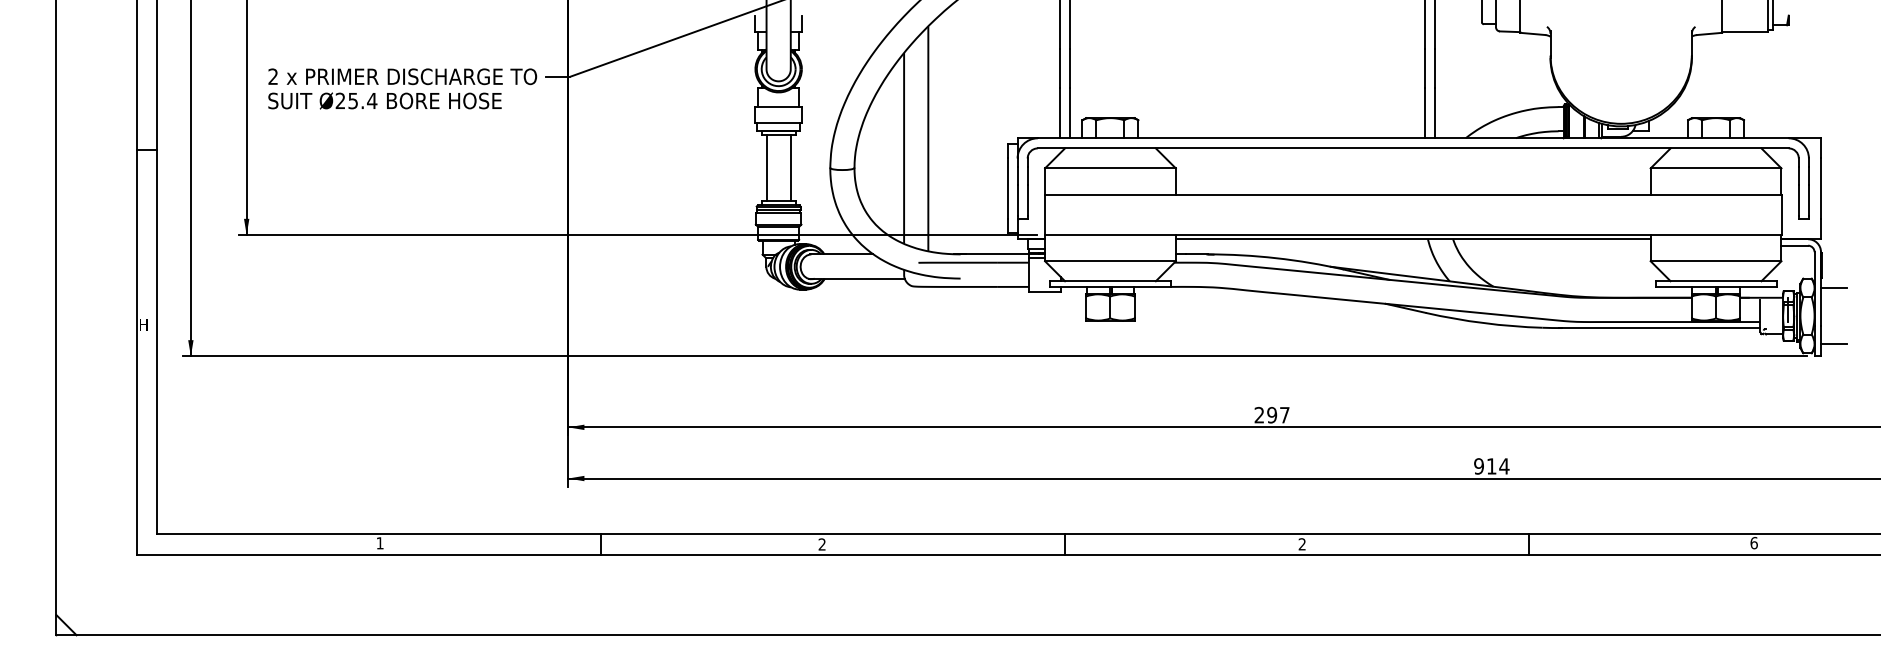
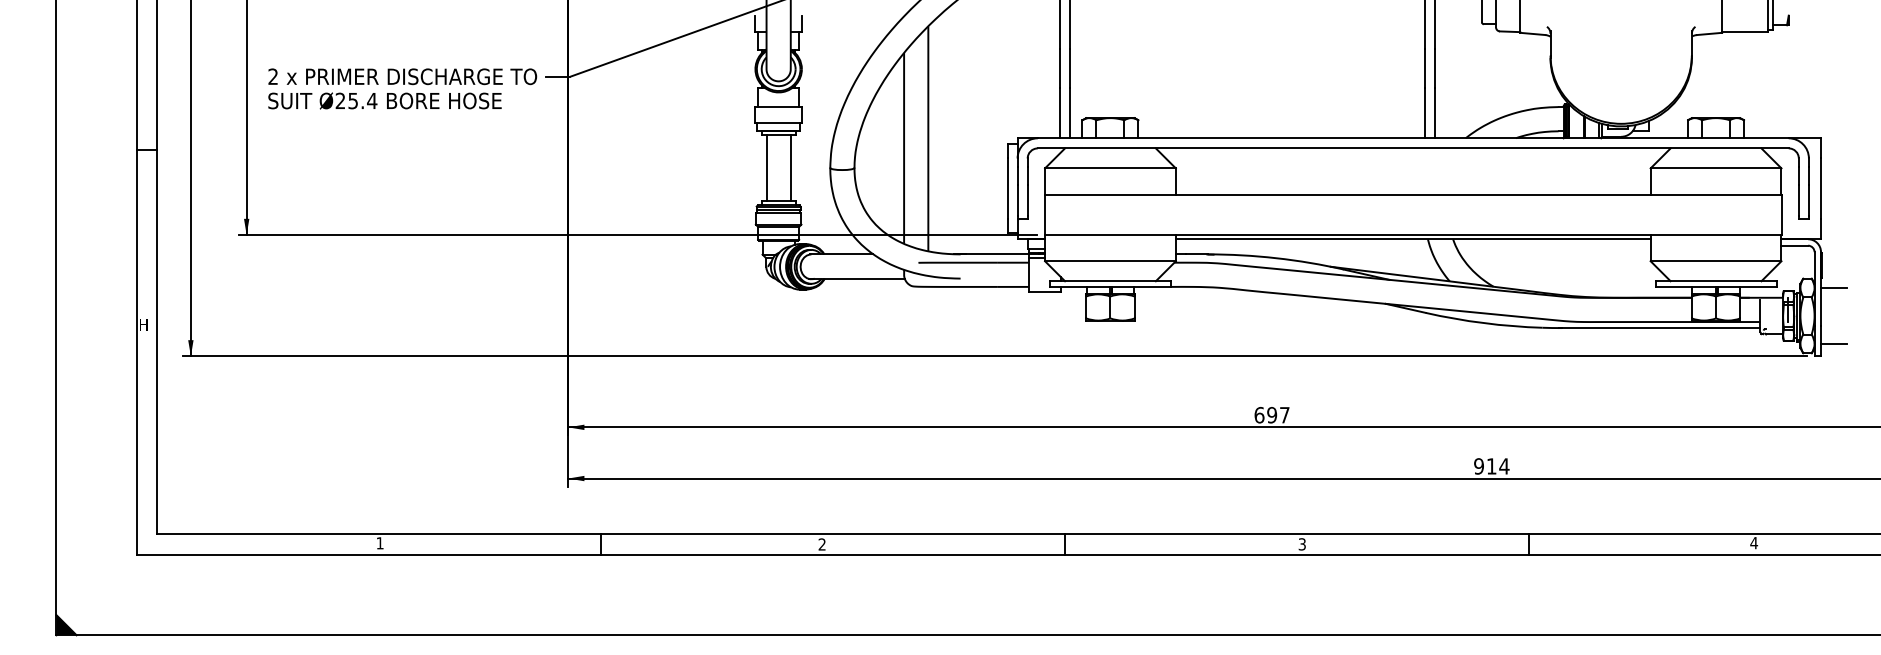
text at (1259, 414): 297 -> 697
text at (1754, 543): 6 -> 4
text at (1301, 544): 2 -> 3
fill at (66, 625): none -> present
